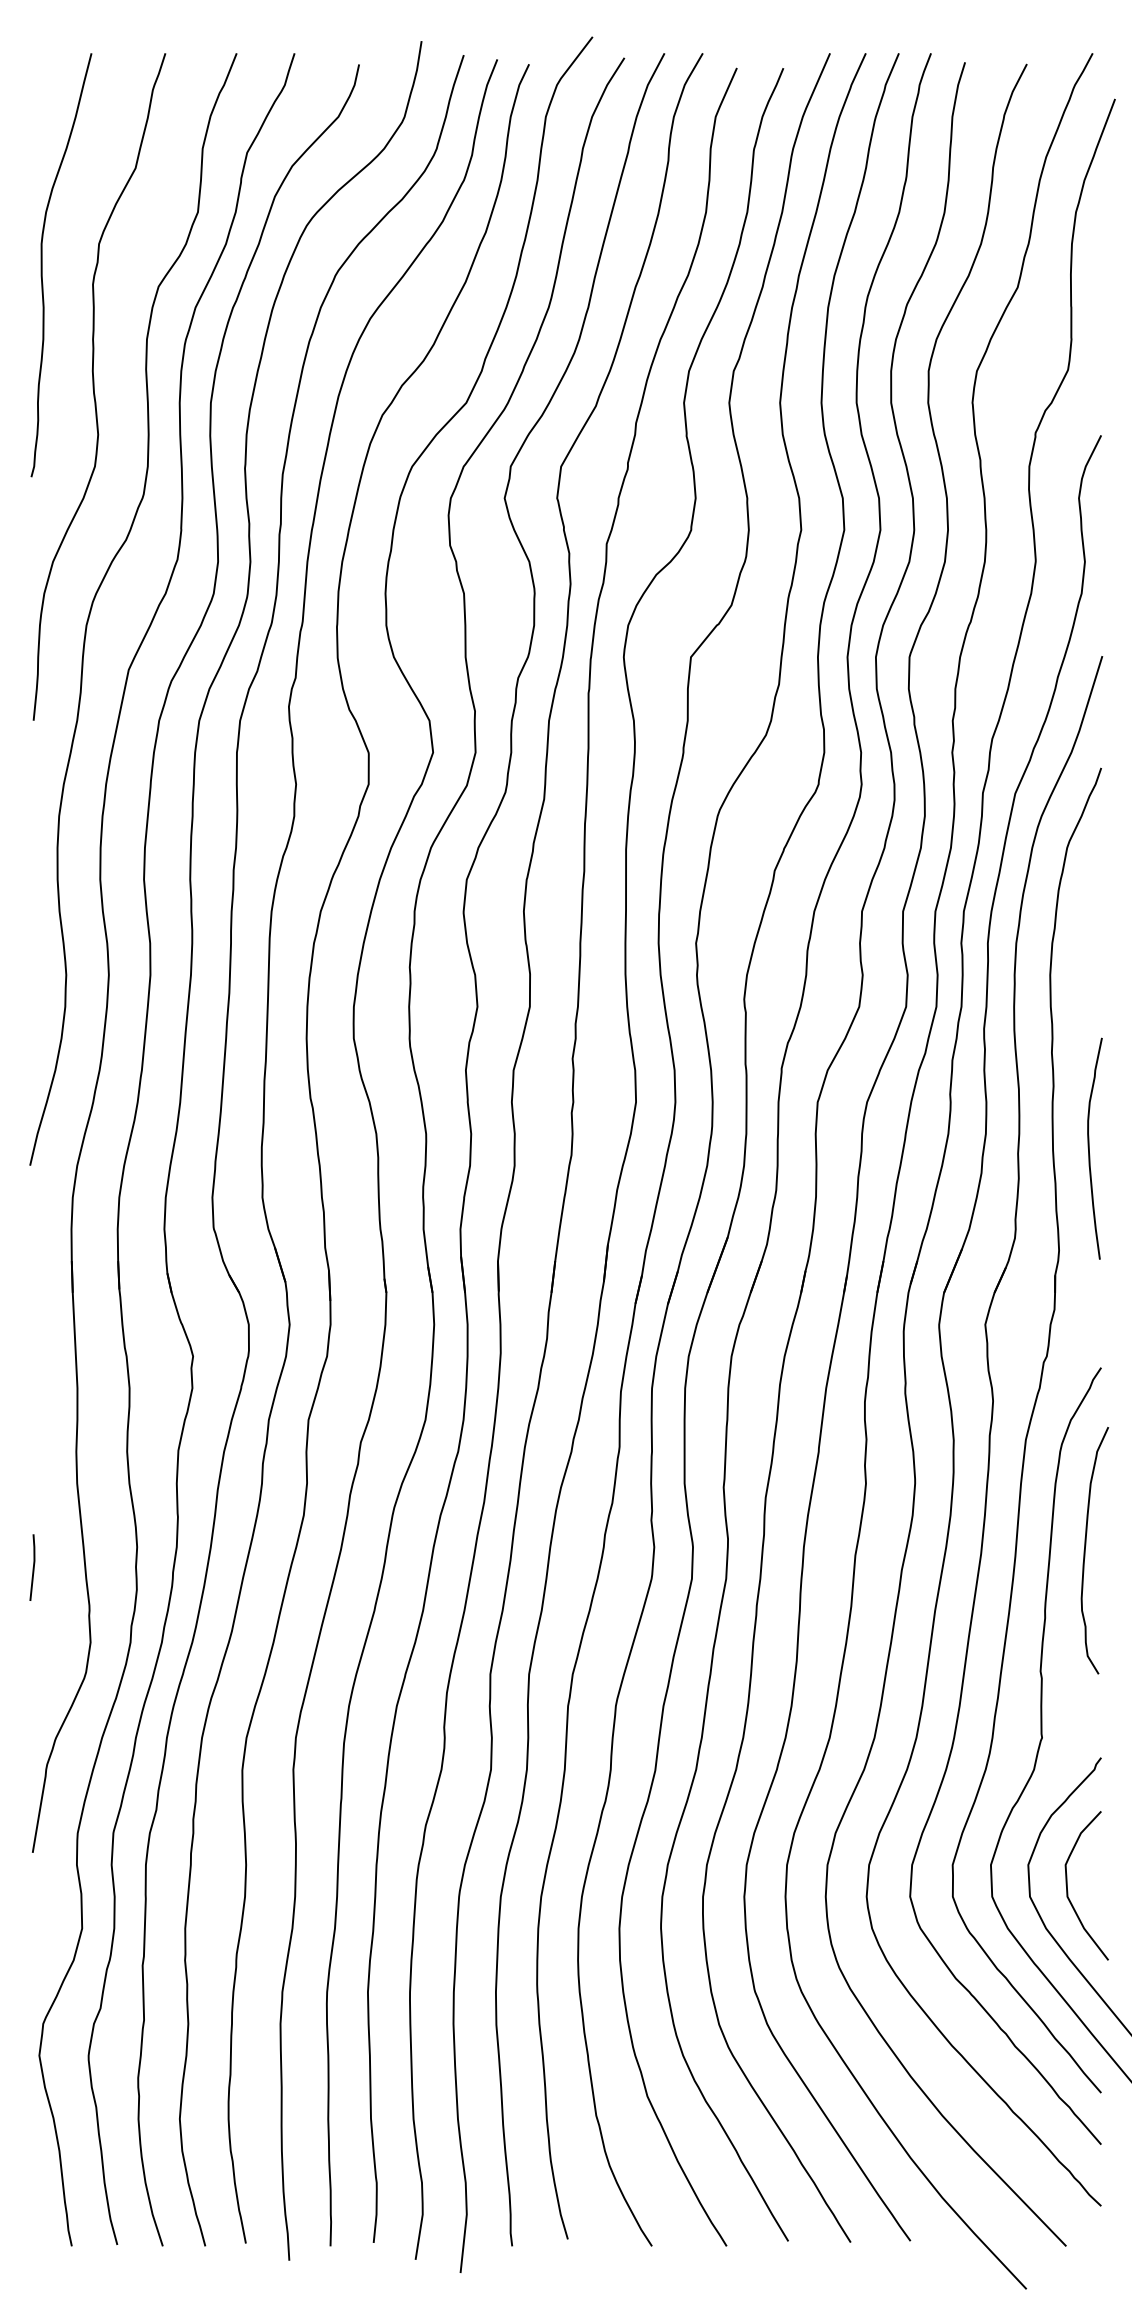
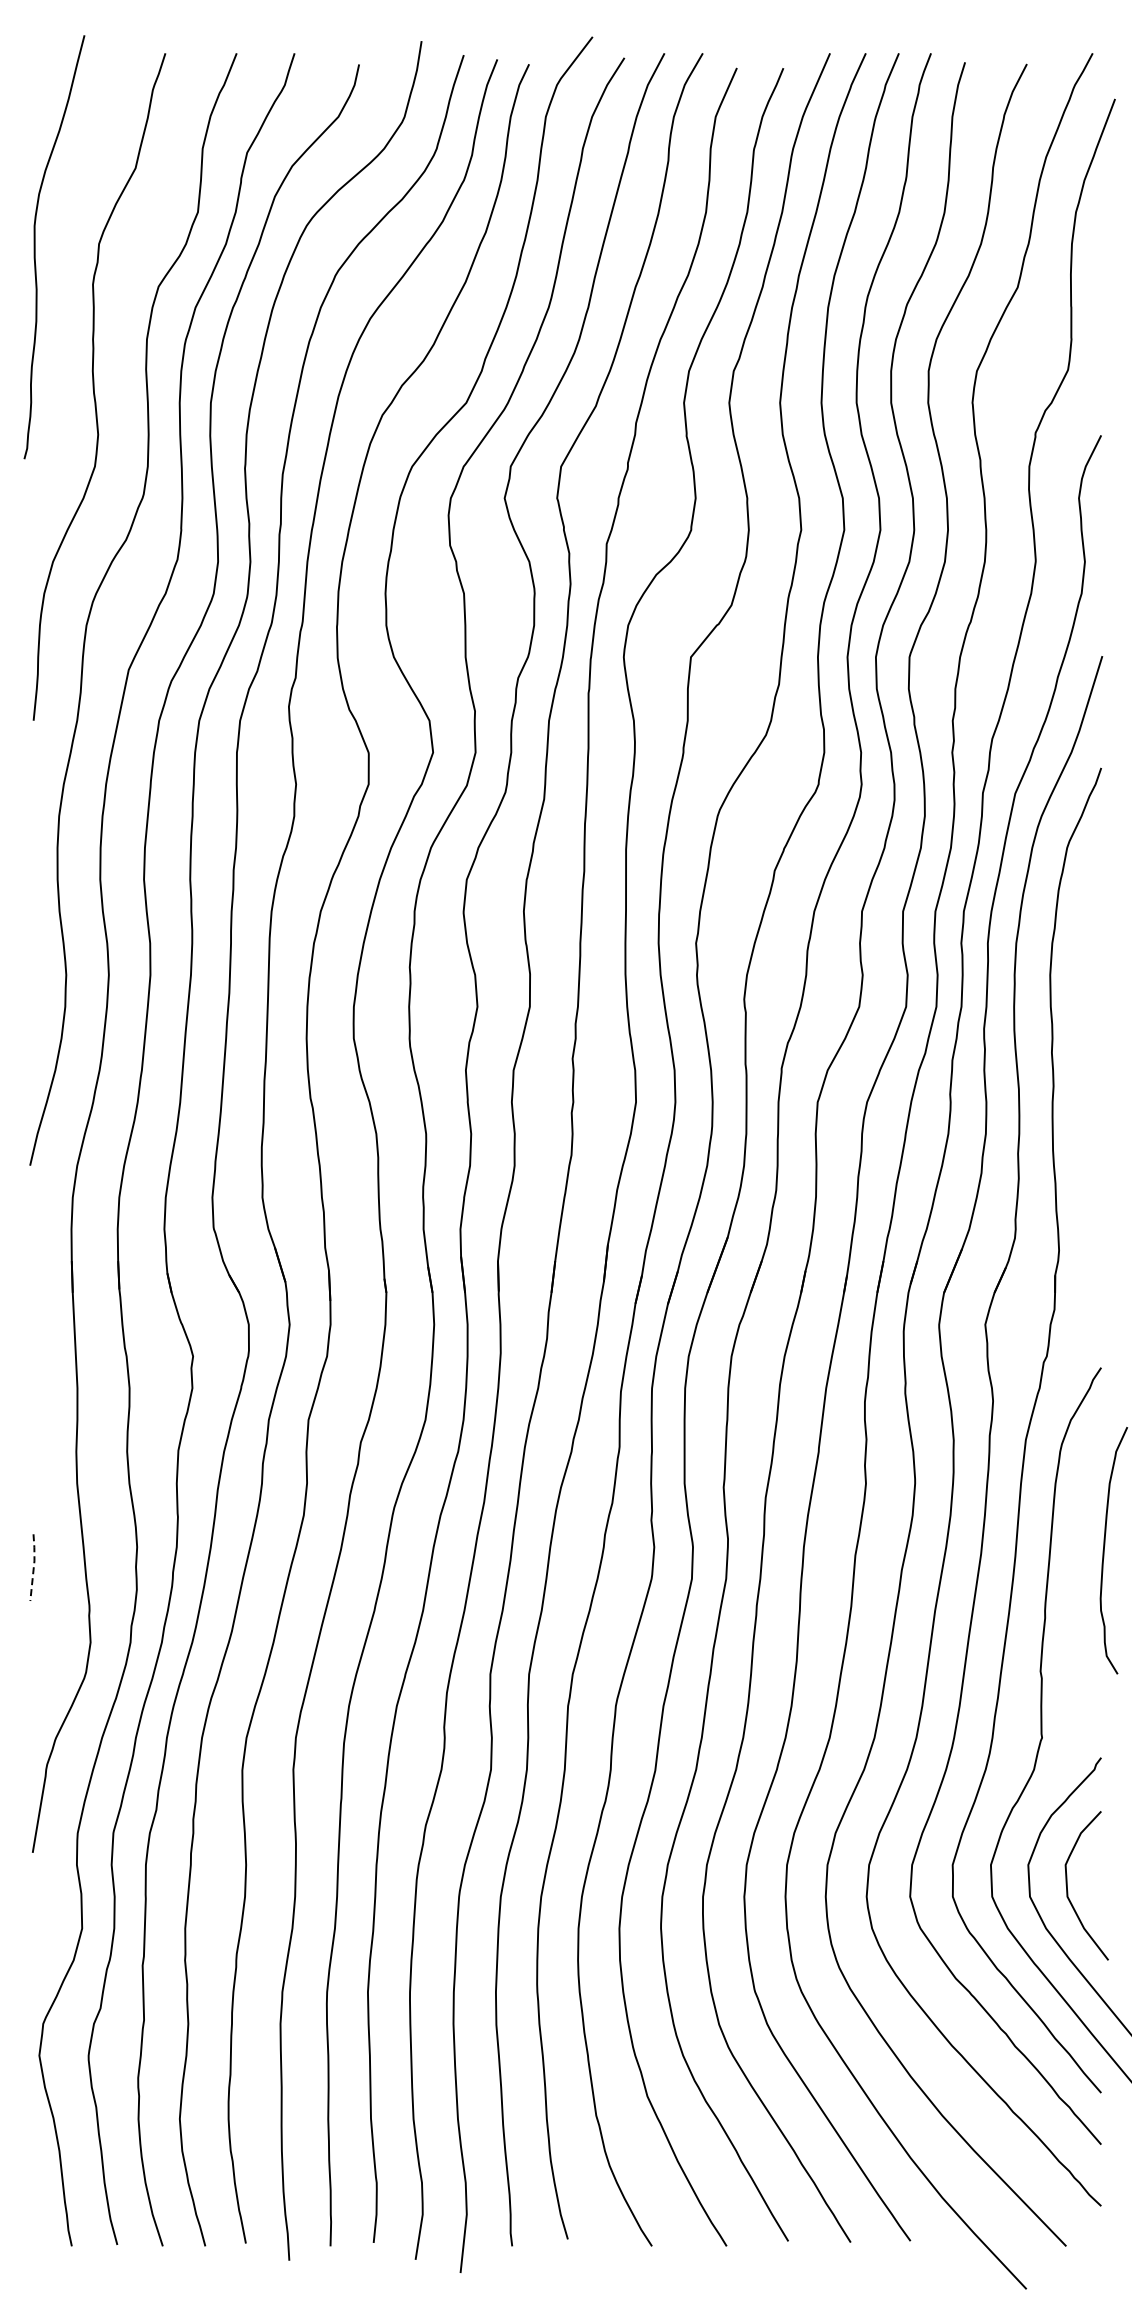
curve at (42, 265) position: (42, 265) -> (35, 247)
curve at (1089, 1148): present -> none
curve at (1085, 1550) position: (1085, 1550) -> (1104, 1550)
line at (33, 1566): solid -> dashed
